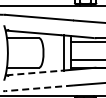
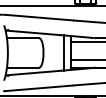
line at (34, 73): dashed -> solid
line at (39, 88): dashed -> solid
